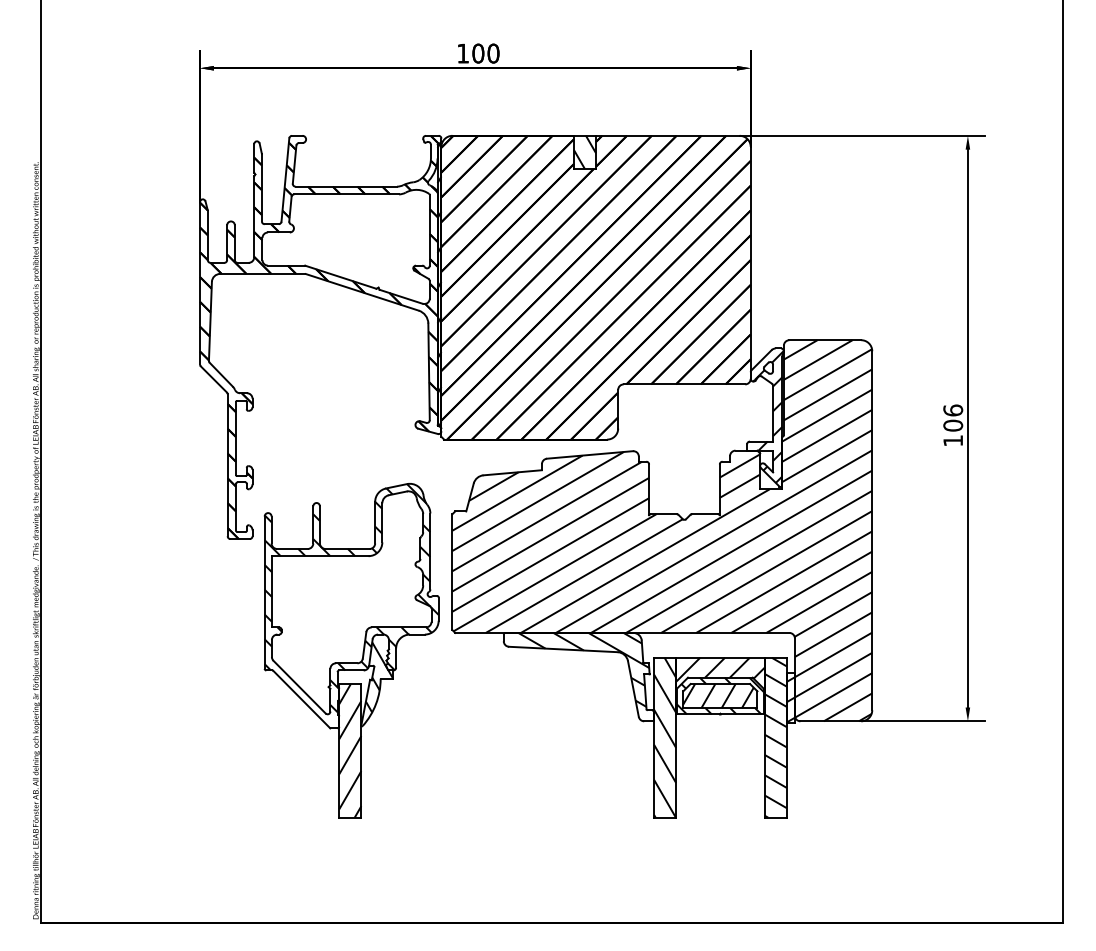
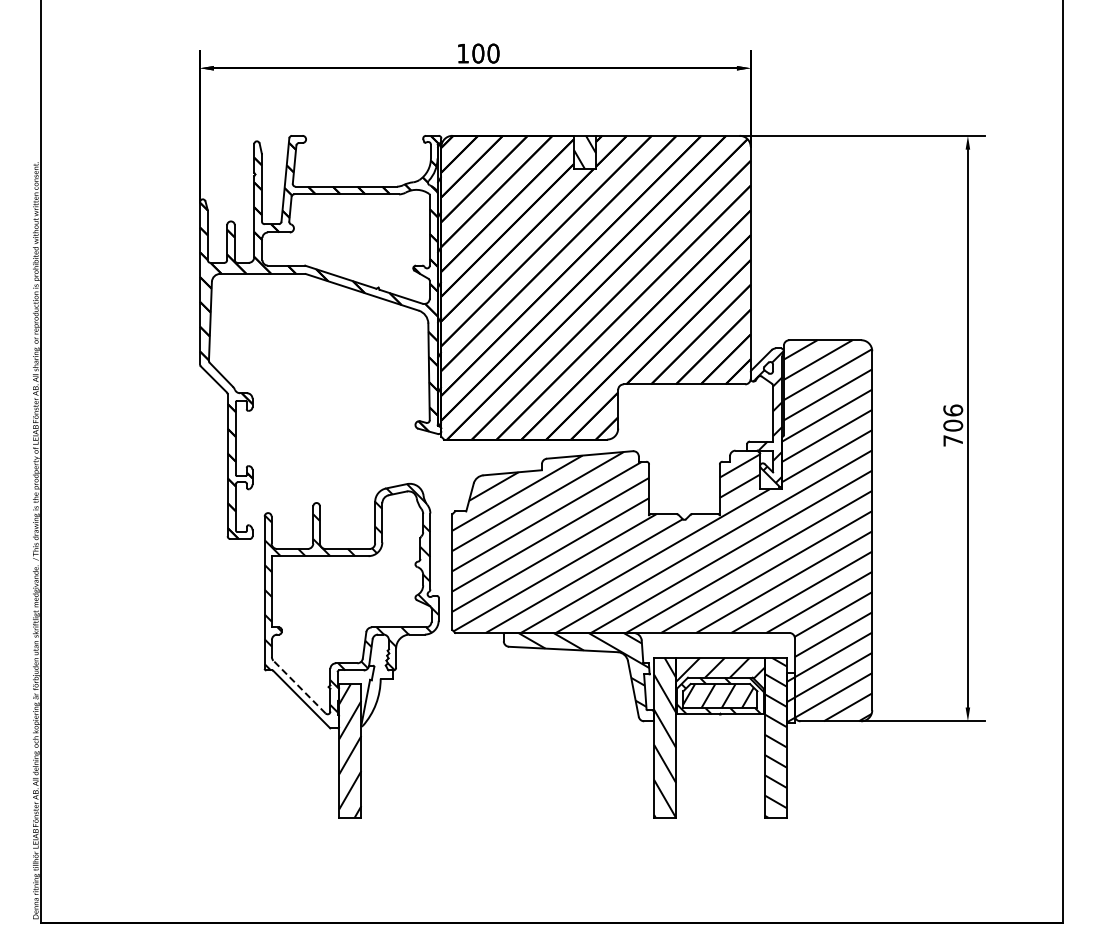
text at (952, 440): 106 -> 706
hatch at (379, 677): present -> none
line at (299, 686): solid -> dashed
